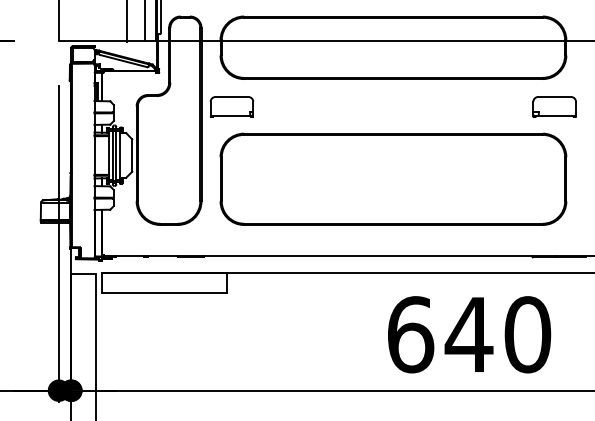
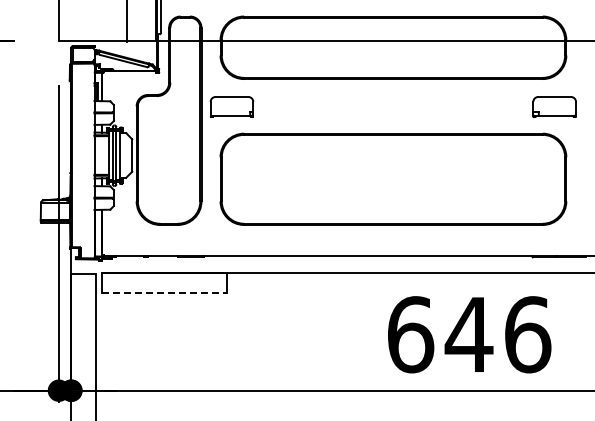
line at (144, 21): present -> none
line at (165, 292): solid -> dashed
text at (527, 334): 640 -> 646
